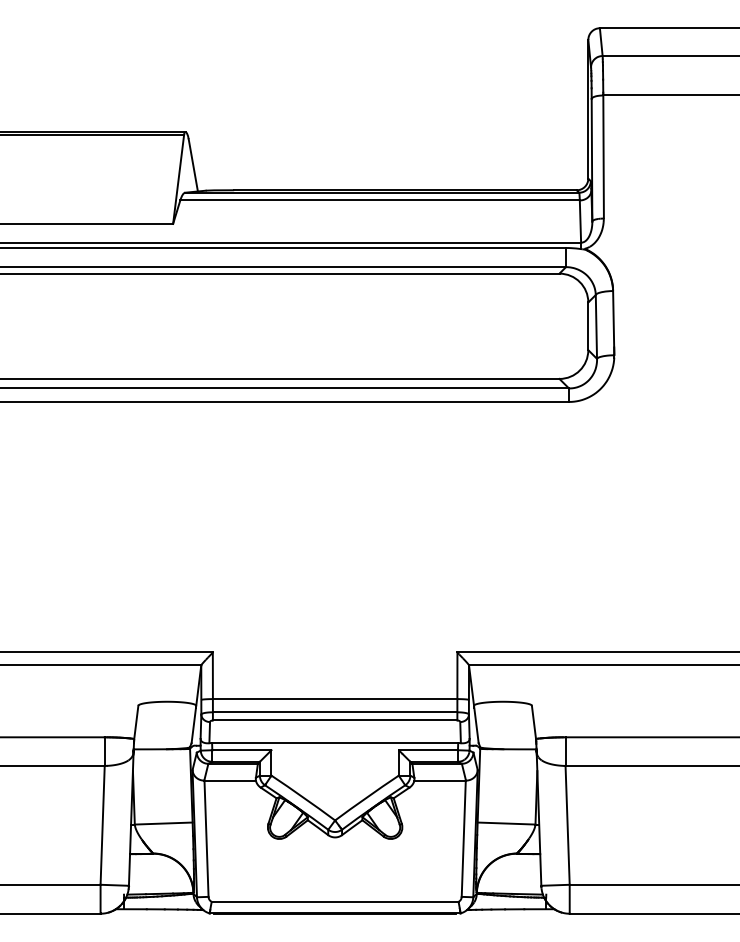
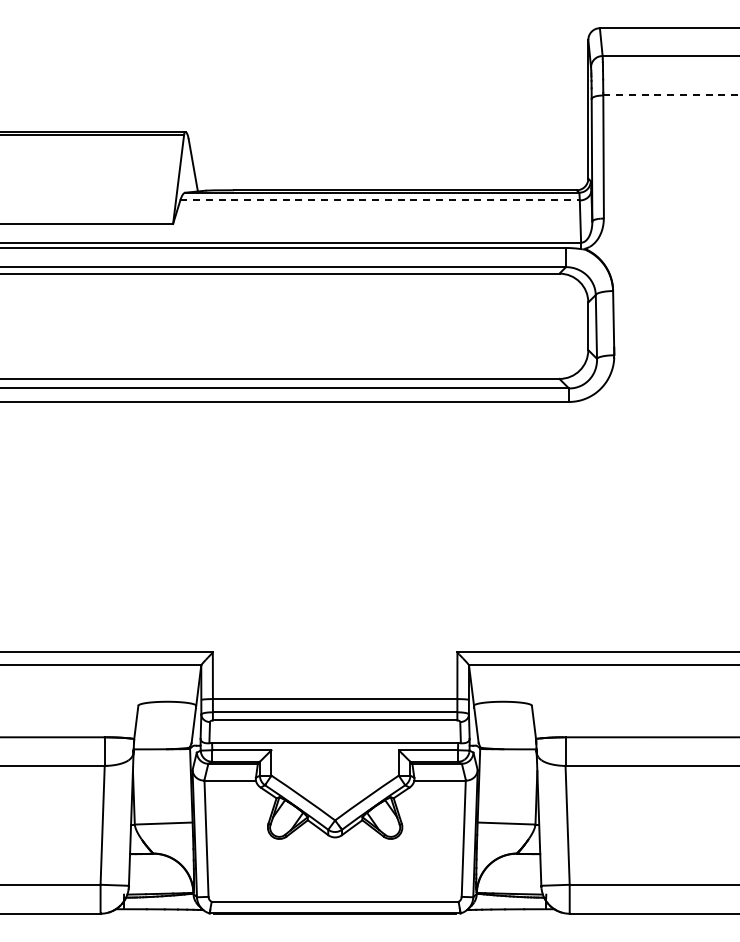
line at (671, 94): solid -> dashed
line at (380, 200): solid -> dashed
